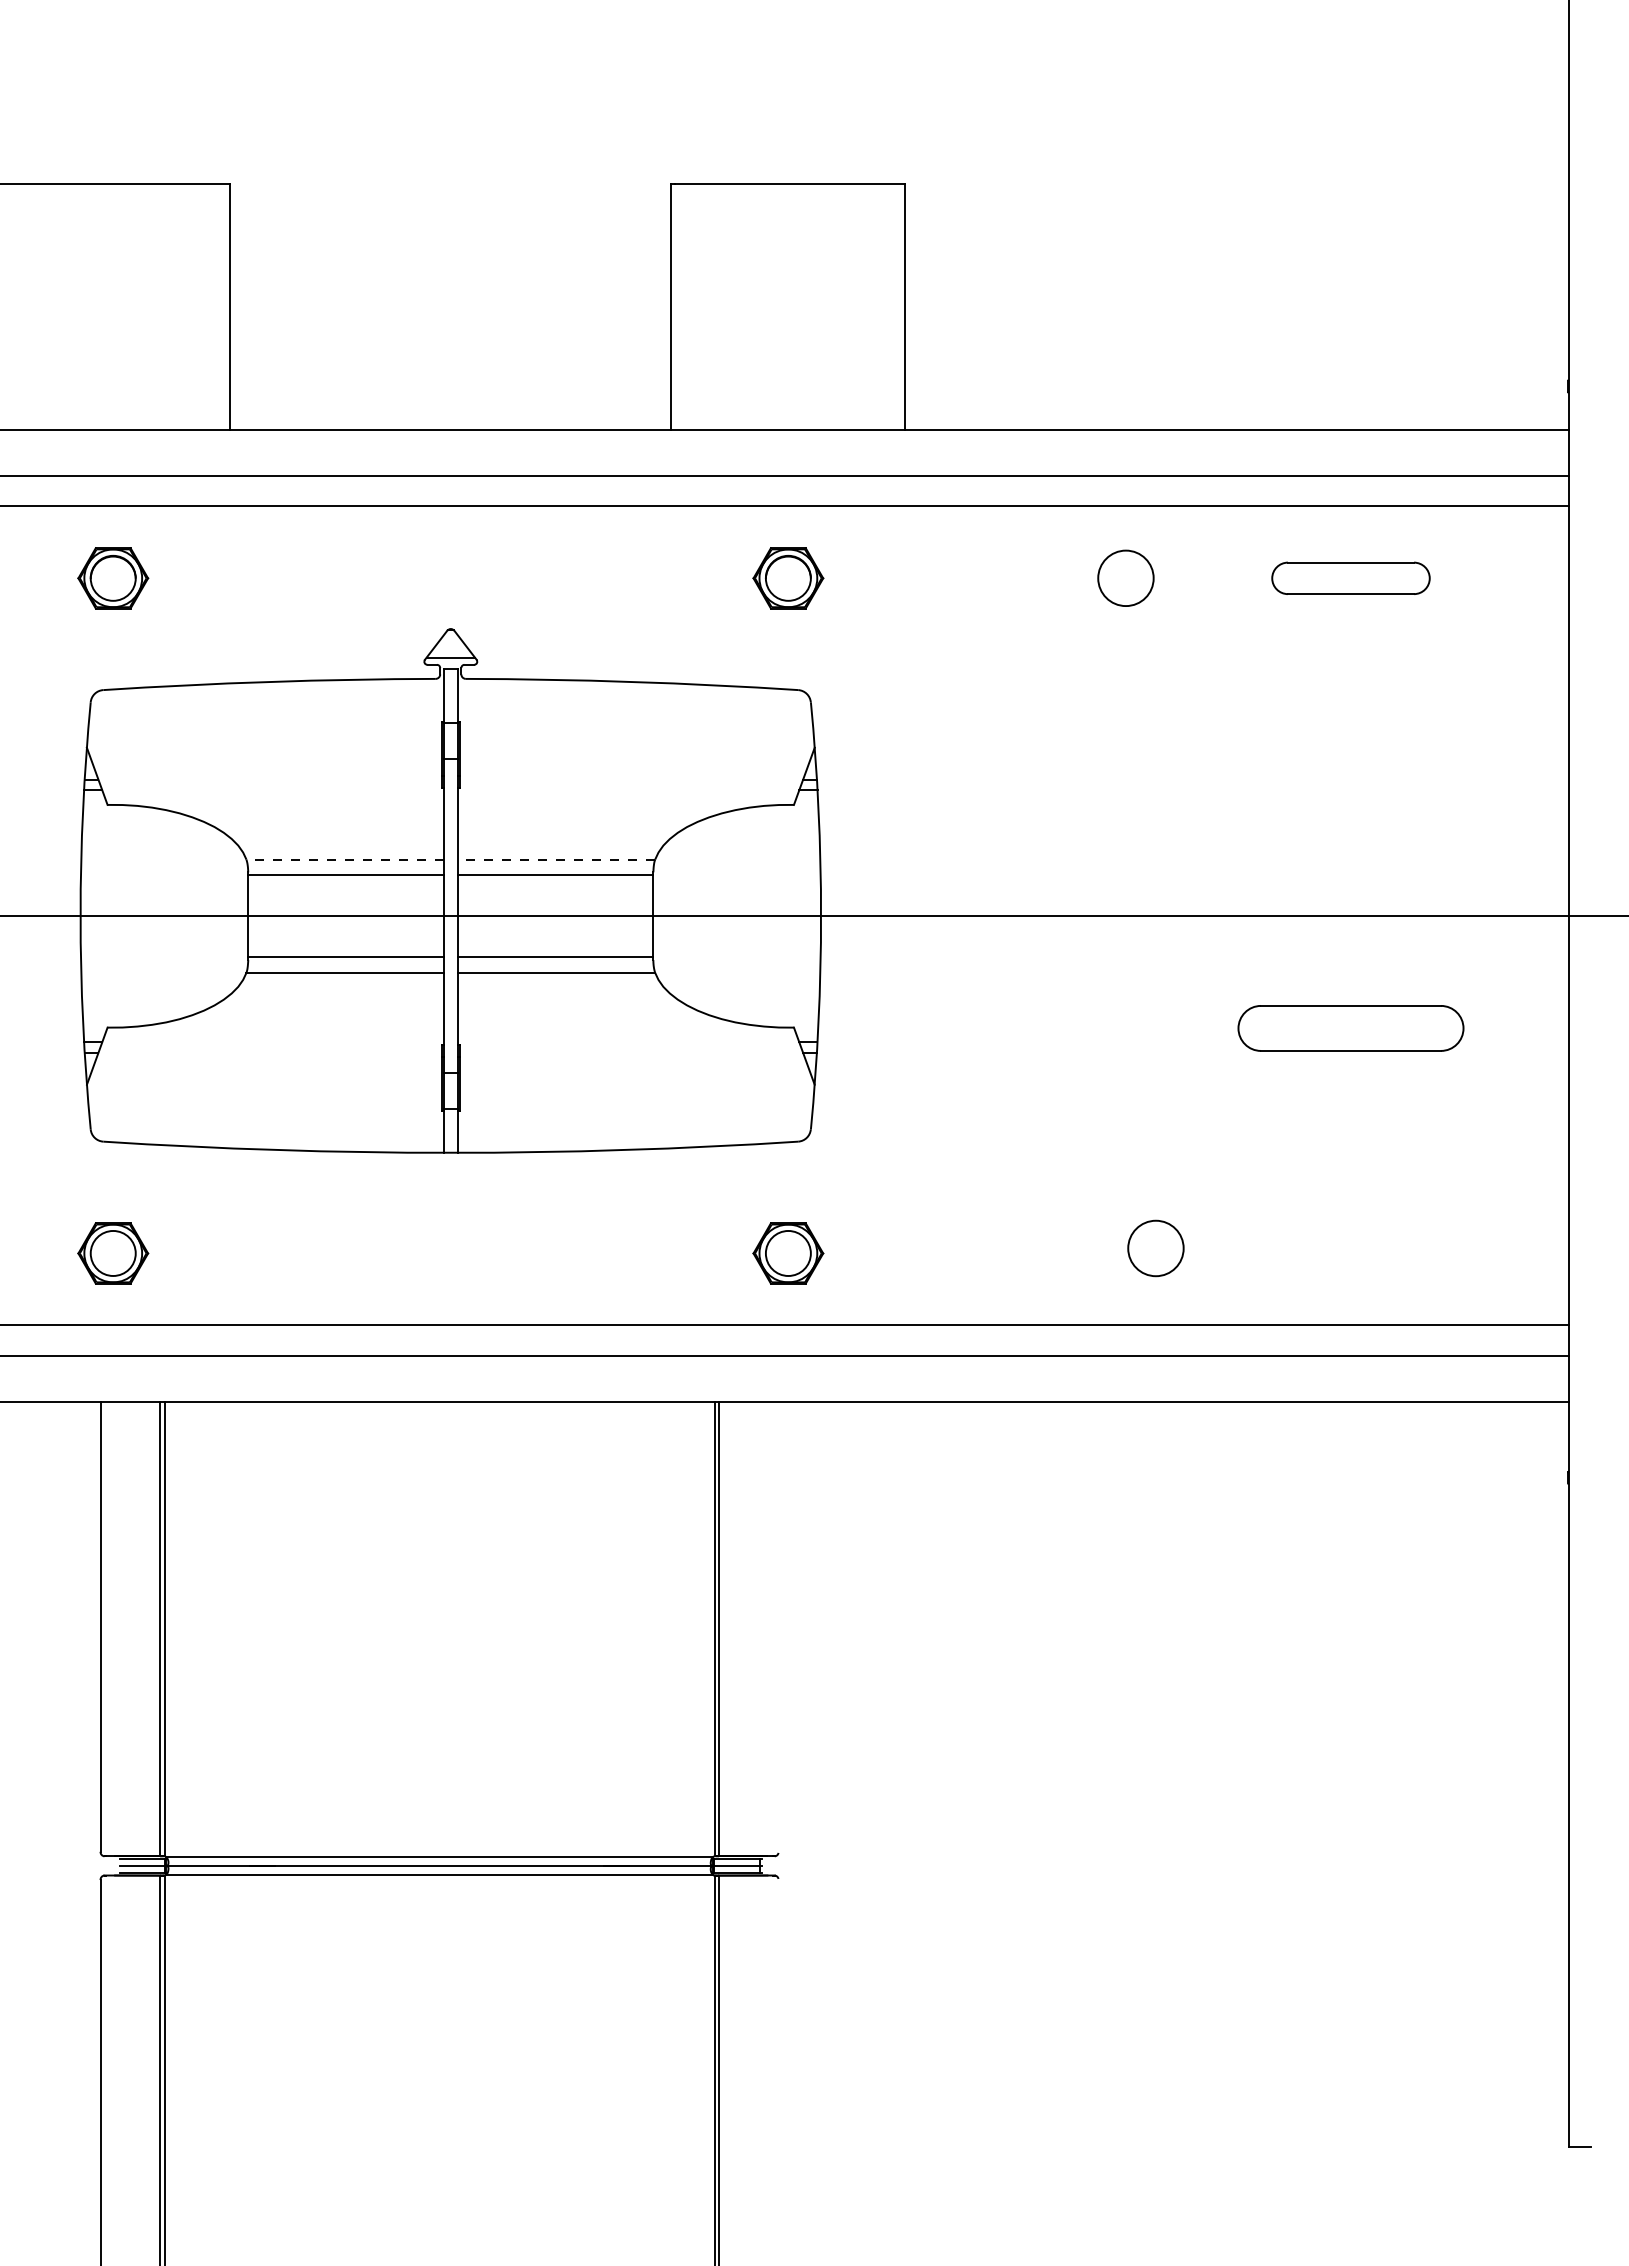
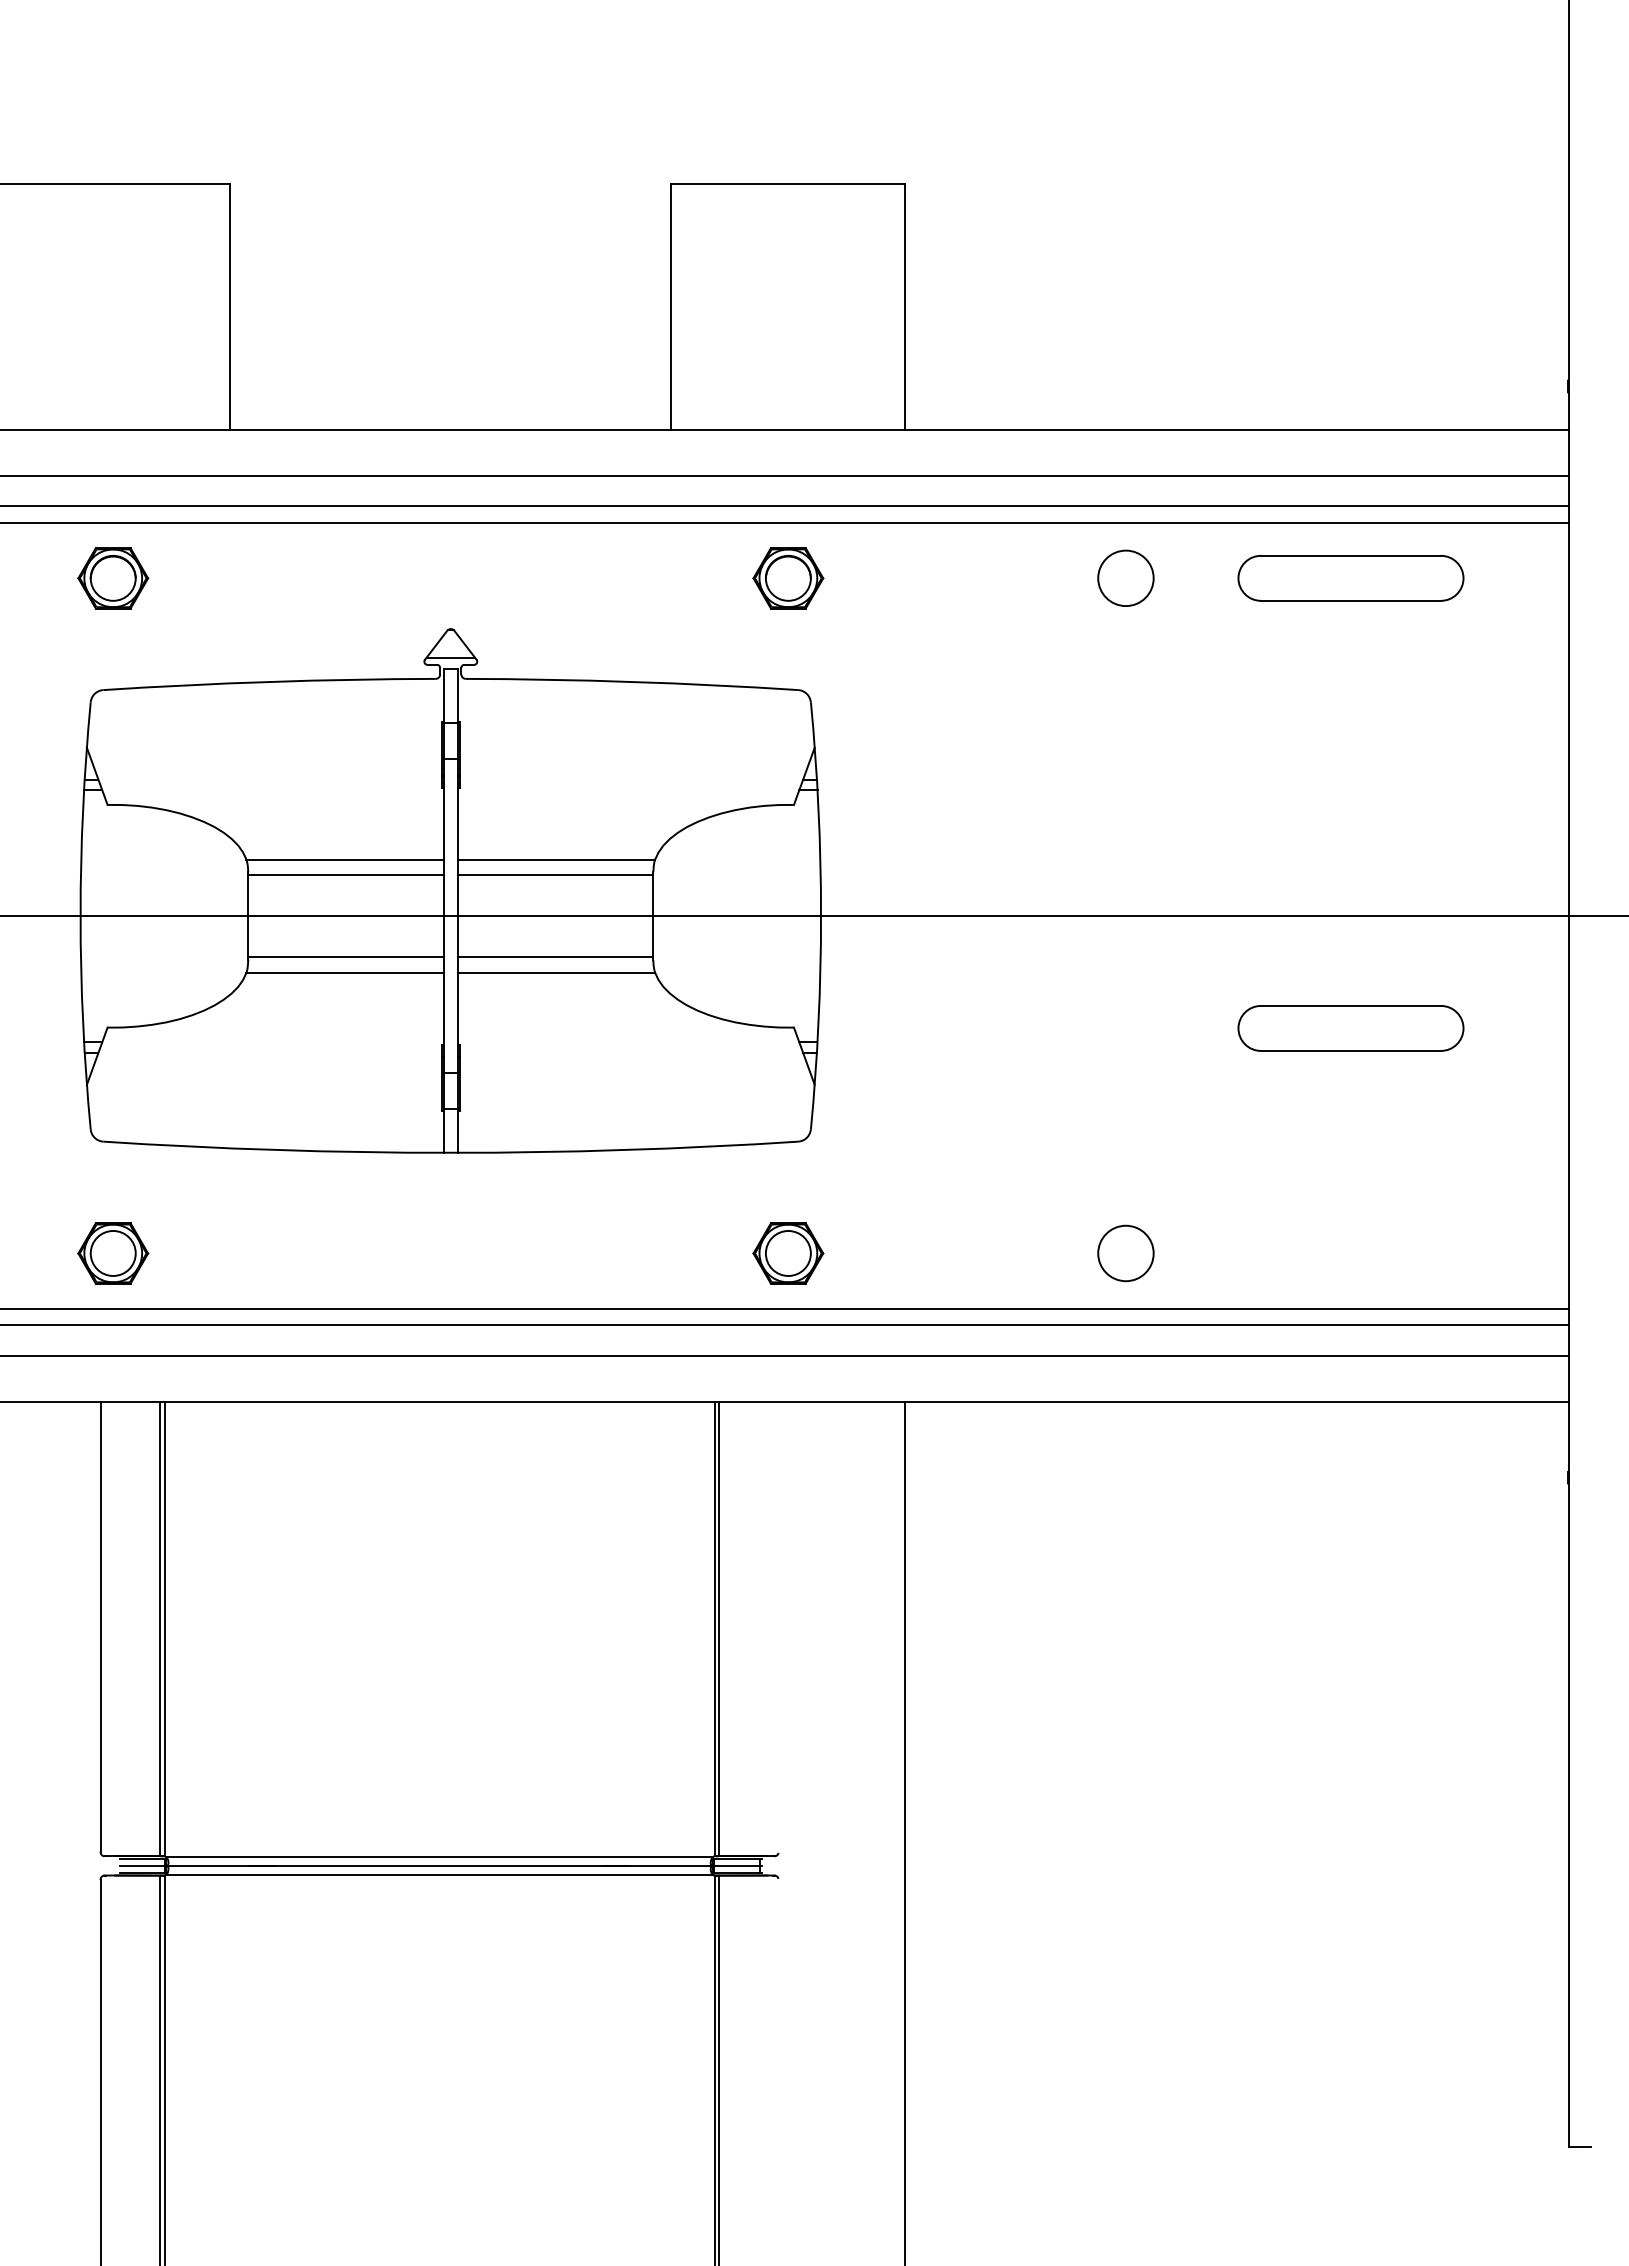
line at (785, 523): none -> present
part at (1350, 577) size: 160x34 px -> 228x47 px
line at (345, 859): dashed -> solid
line at (556, 859): dashed -> solid
circle at (1155, 1248) position: (1155, 1248) -> (1125, 1253)
line at (785, 1308): none -> present
line at (905, 1832): none -> present
